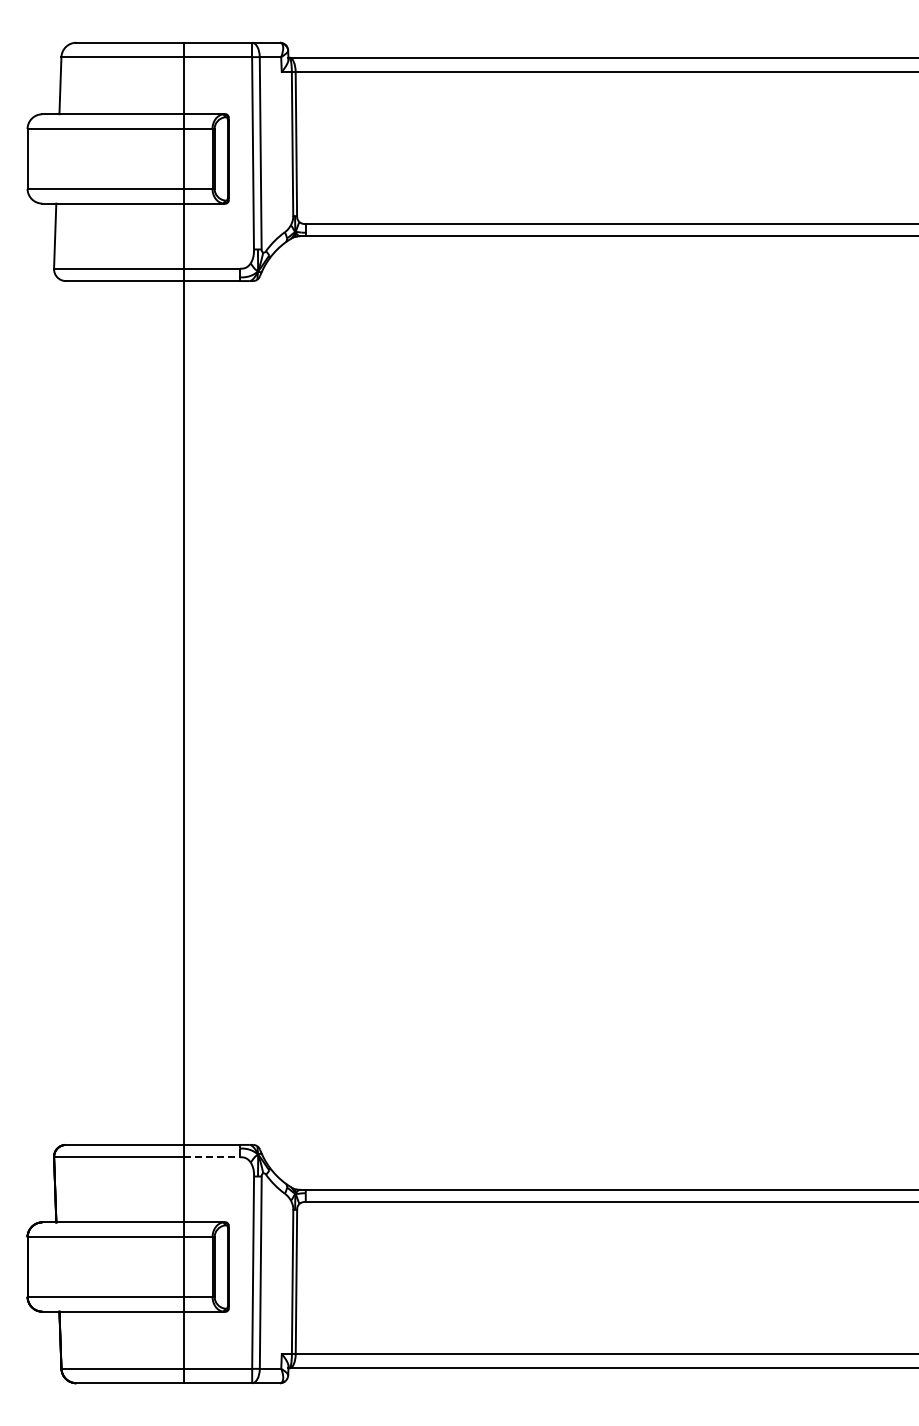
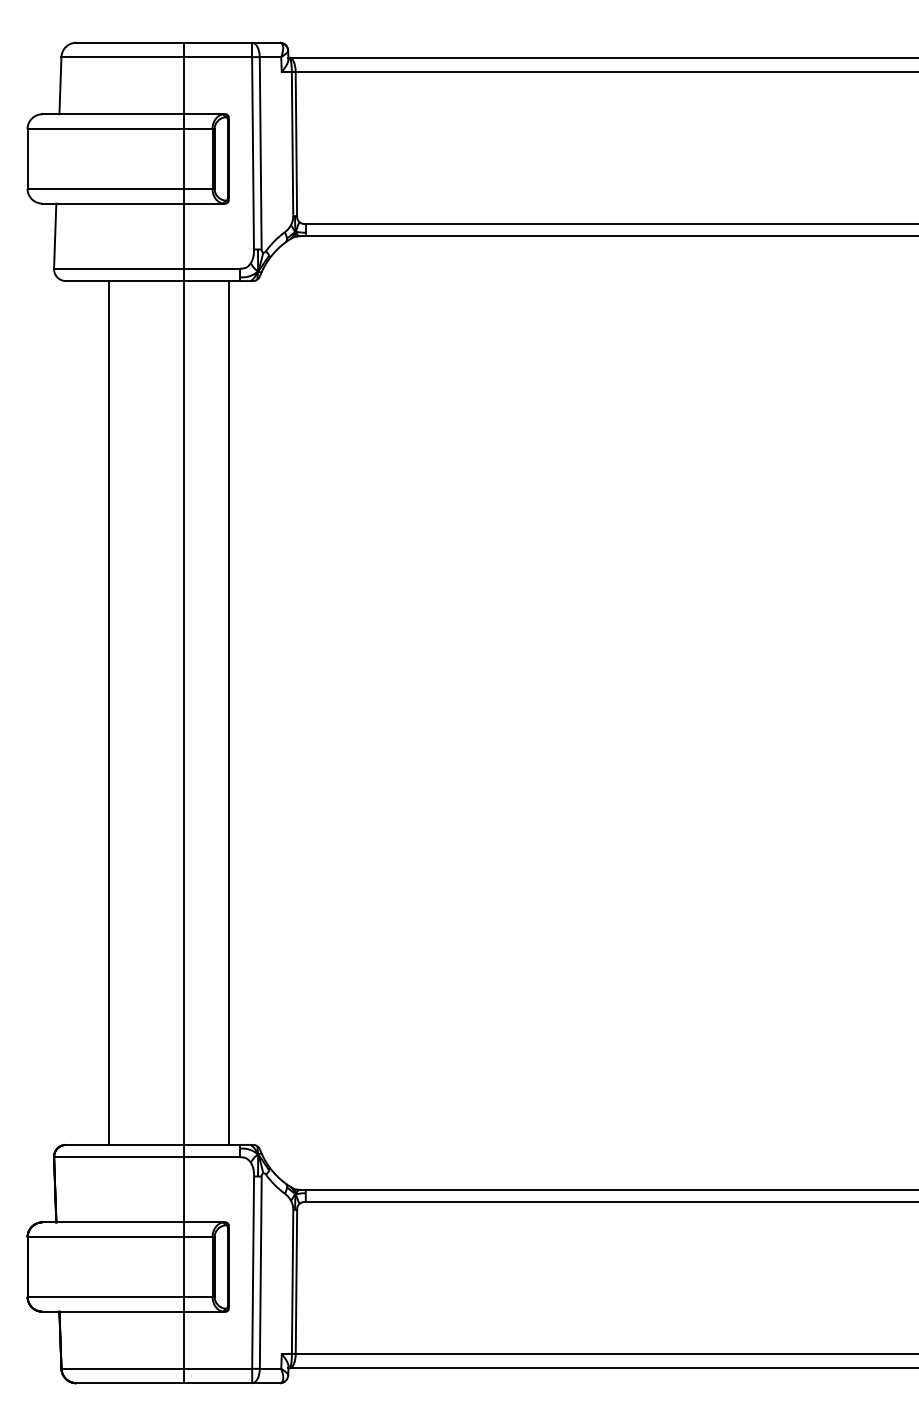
line at (109, 712): none -> present
line at (228, 712): none -> present
line at (211, 1157): dashed -> solid
